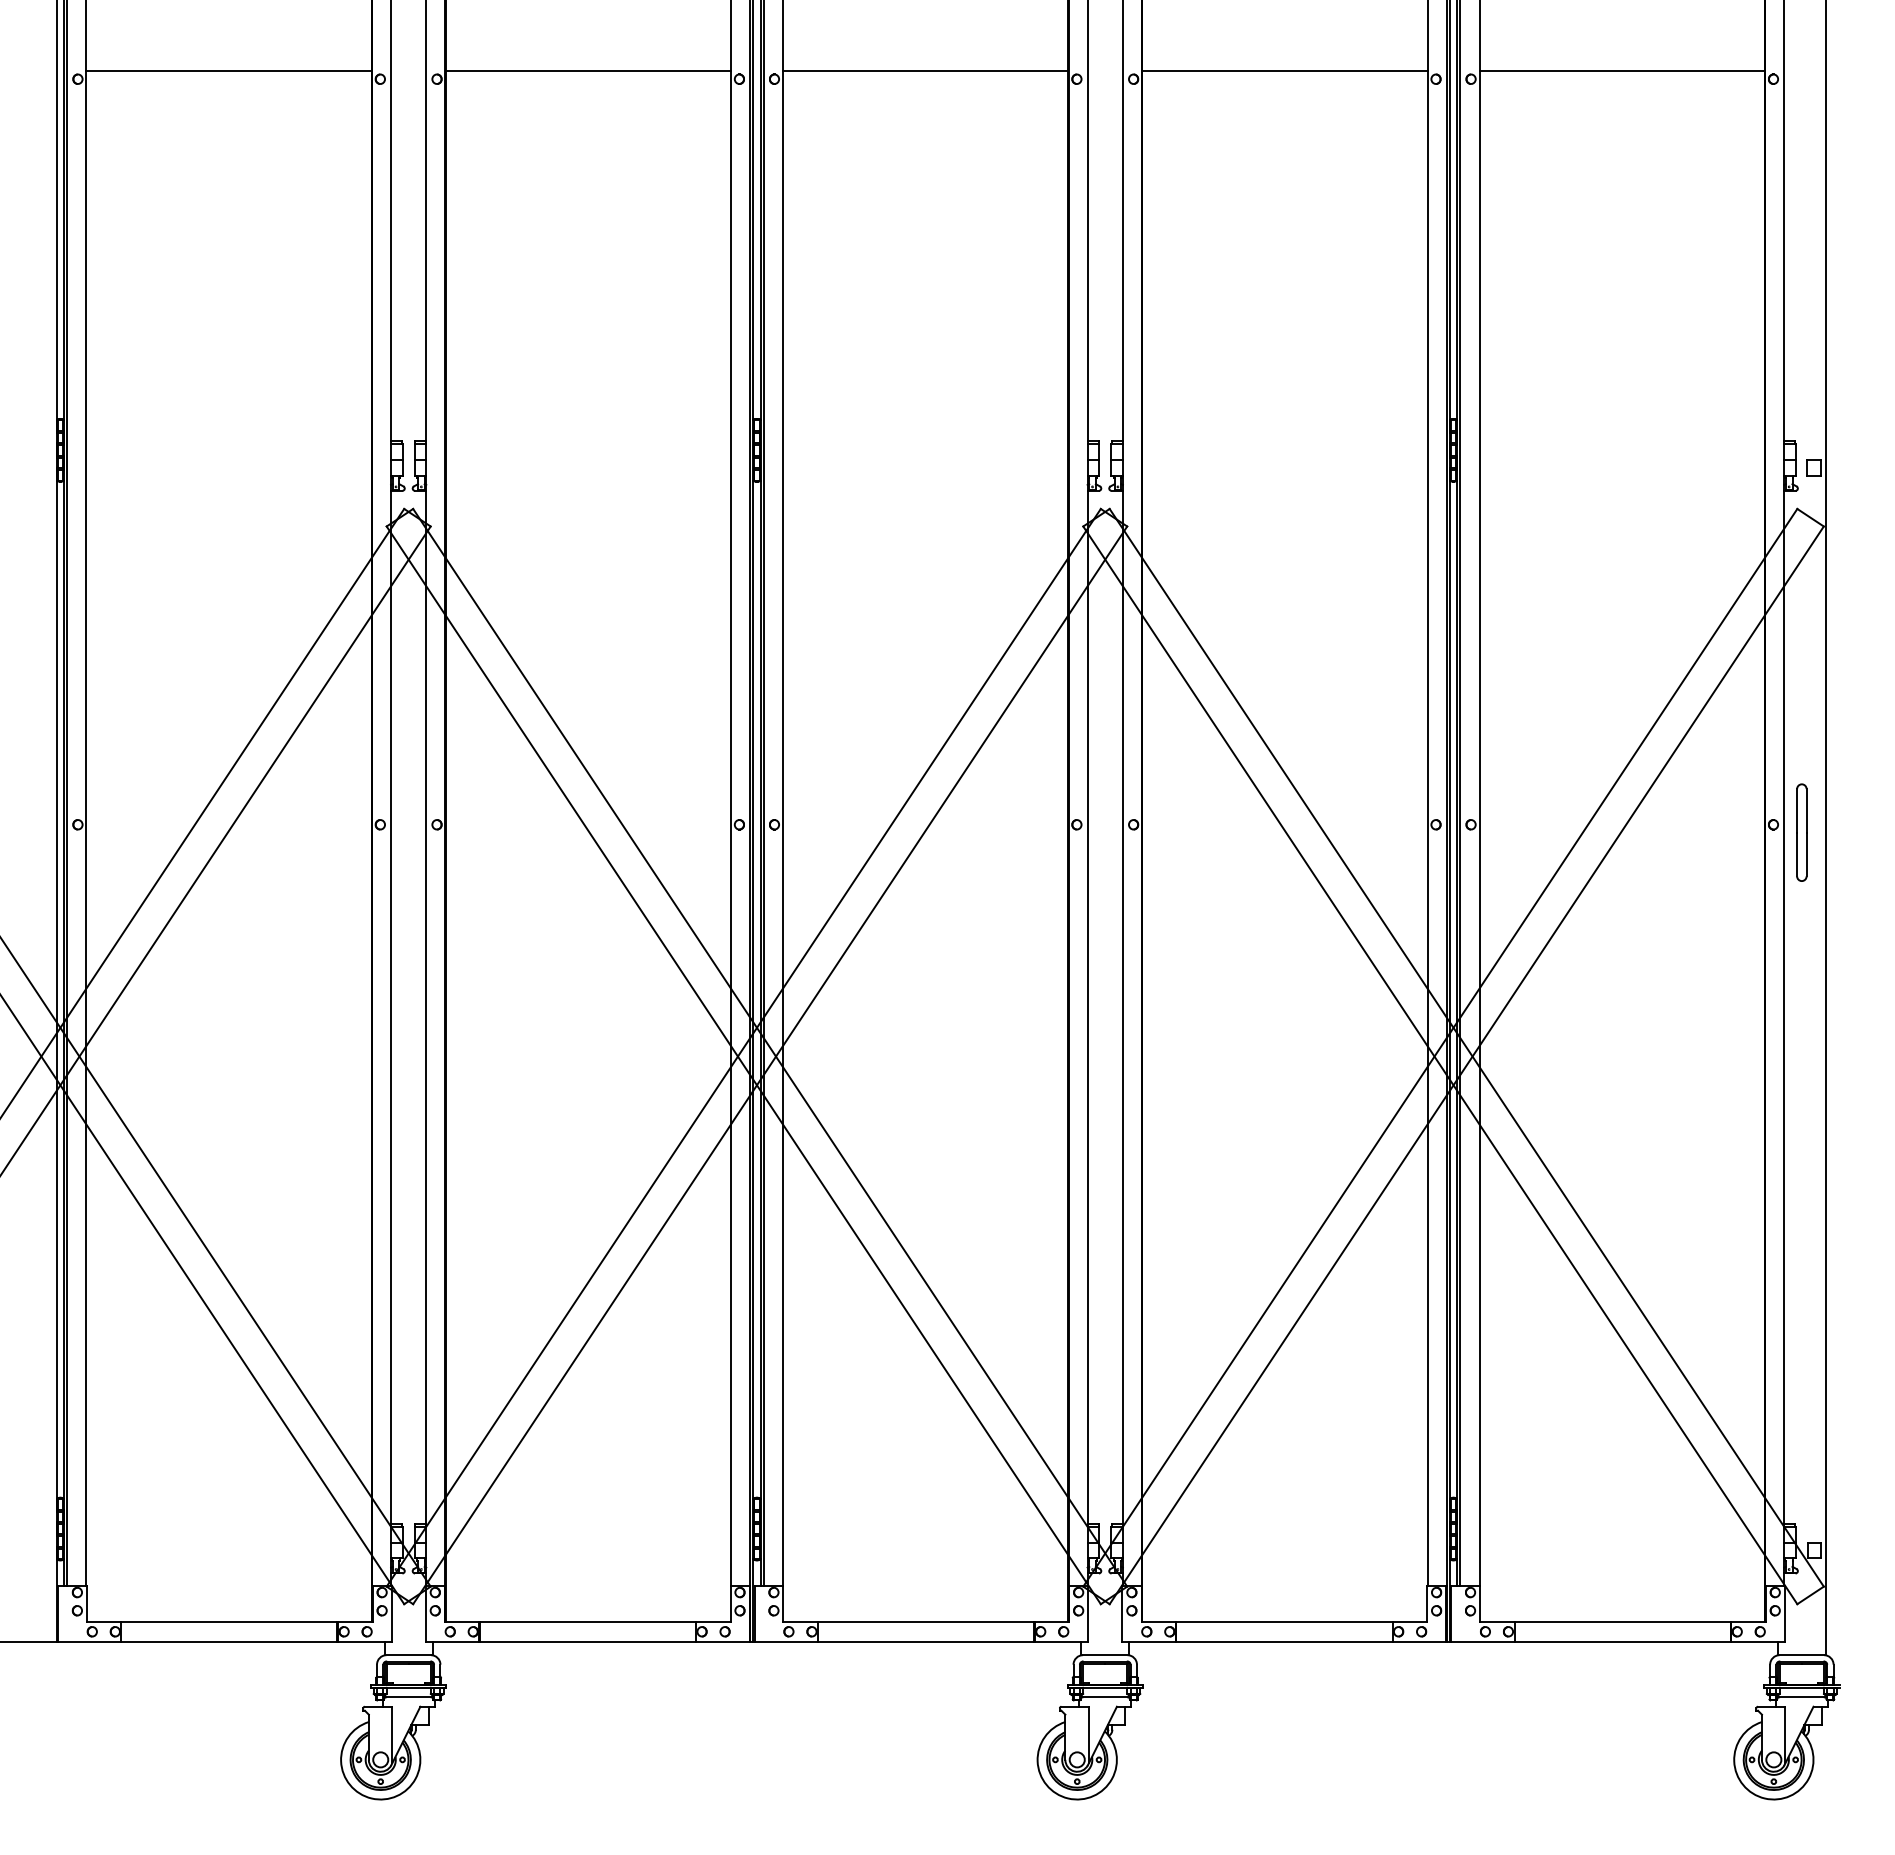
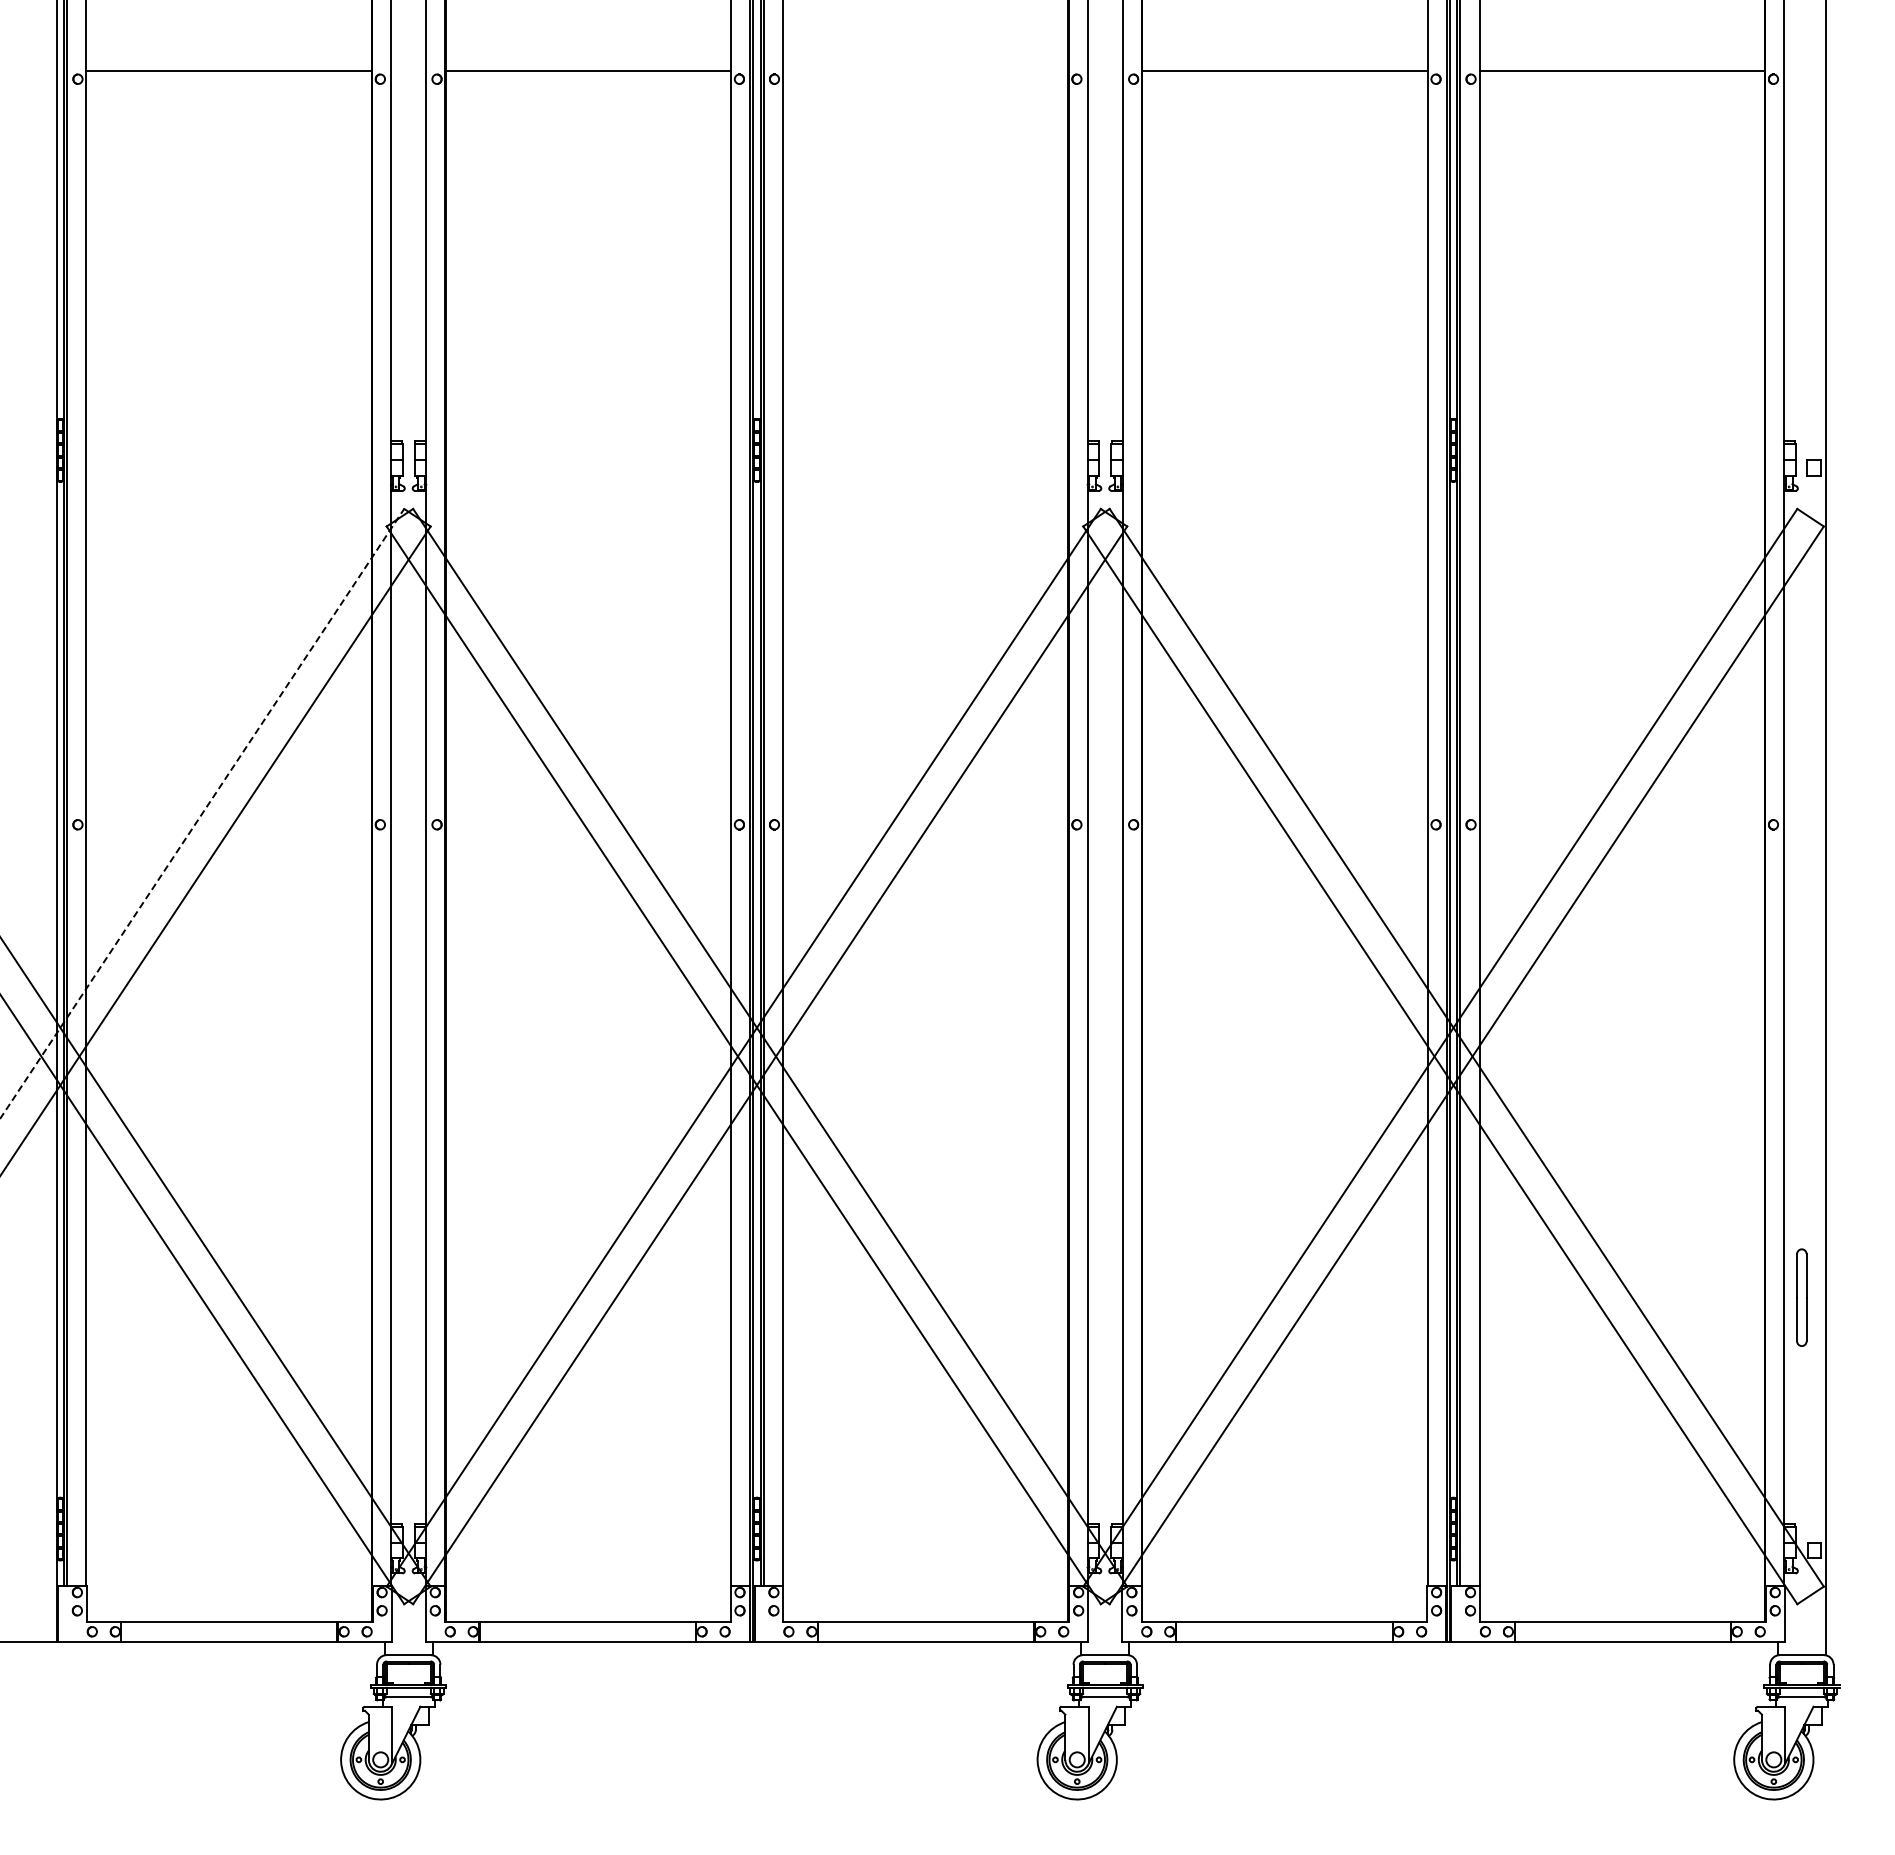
line at (925, 71): present -> none
line at (202, 813): solid -> dashed
part at (1801, 832) position: (1801, 832) -> (1801, 1297)
